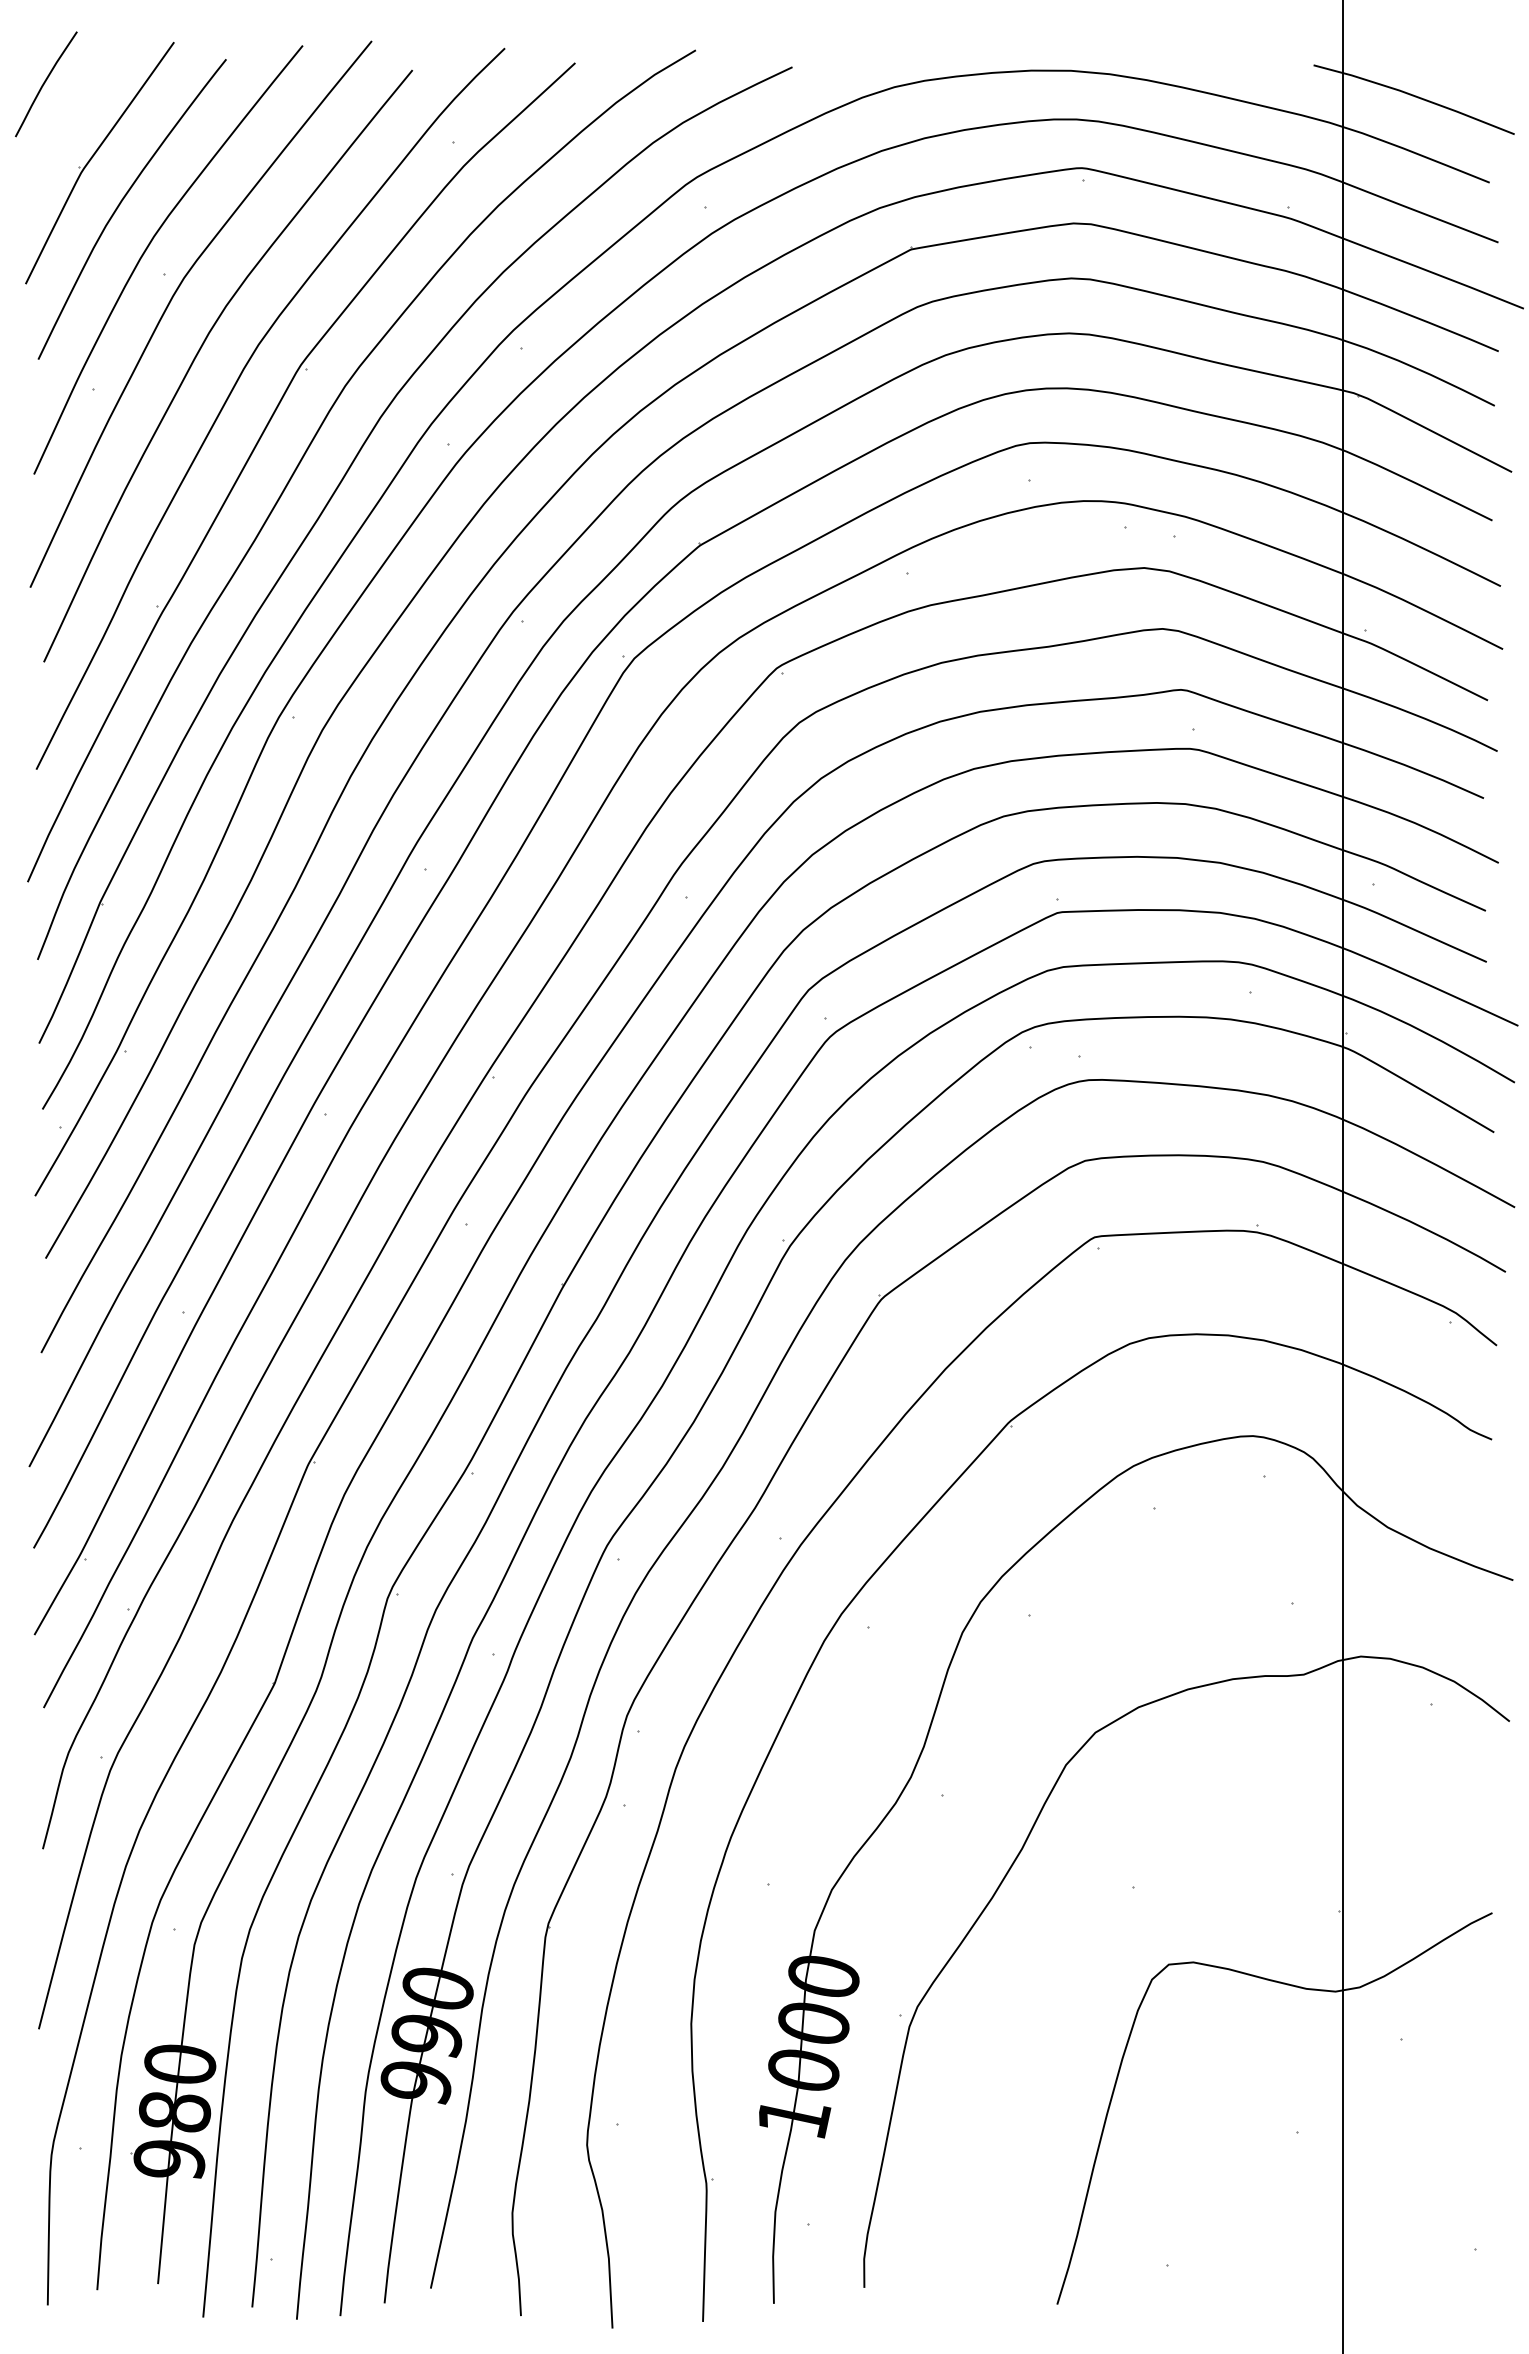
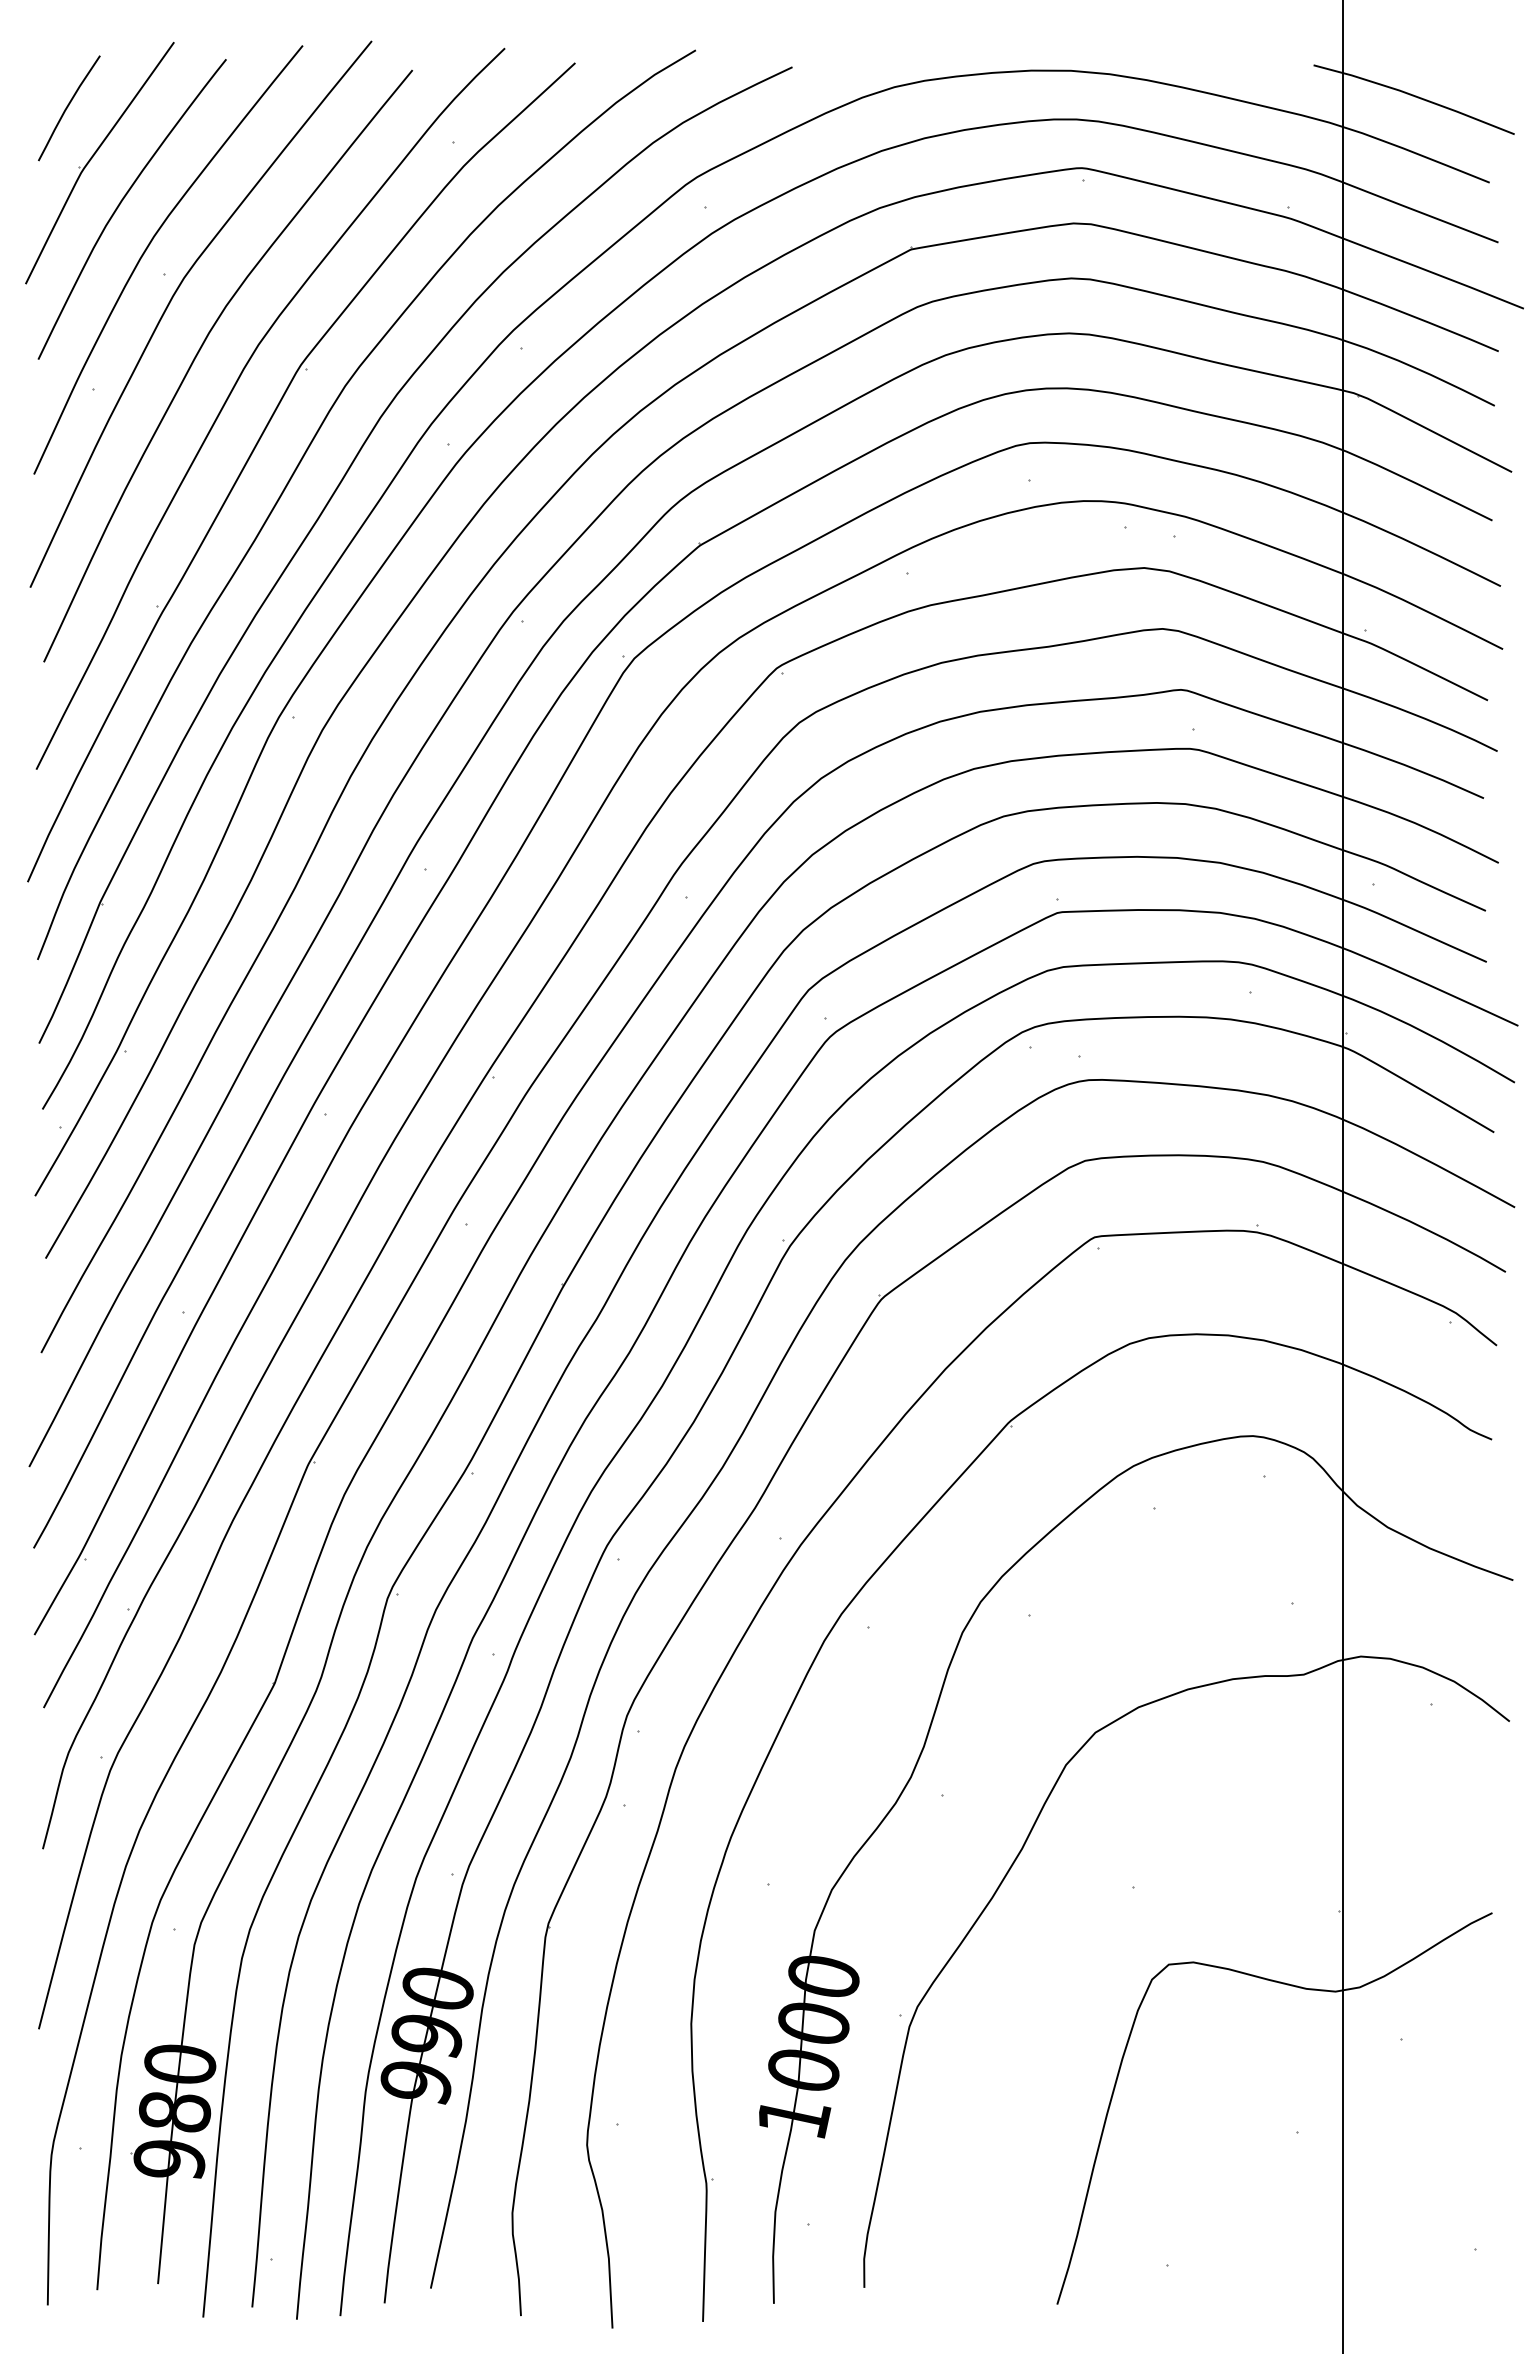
curve at (45, 83) position: (45, 83) -> (68, 107)
